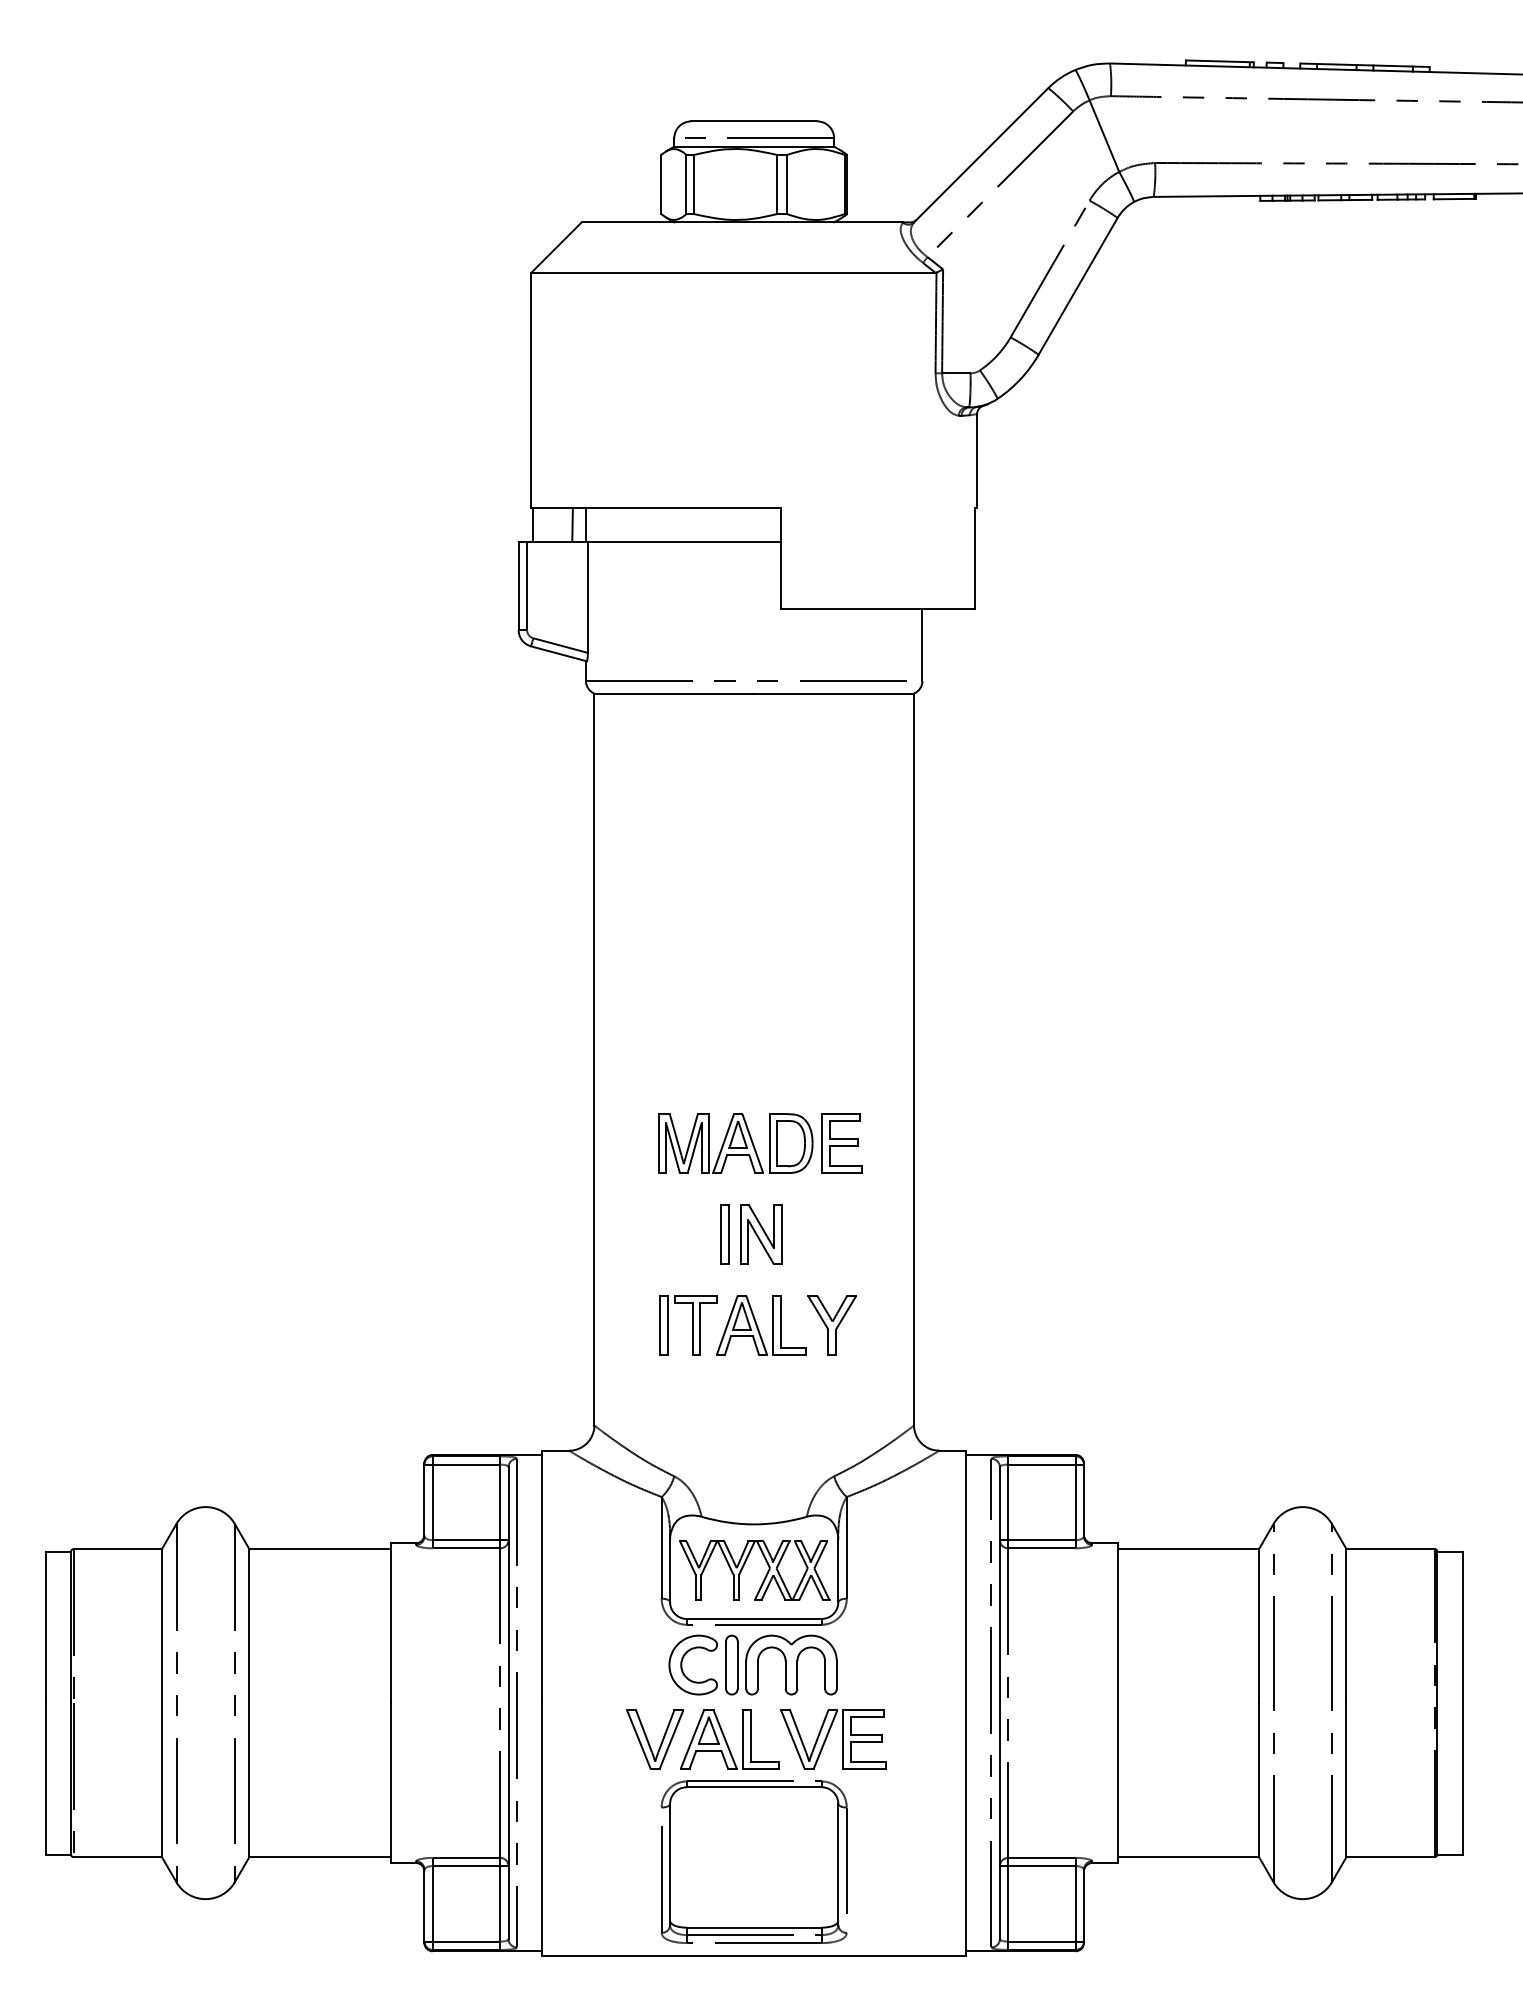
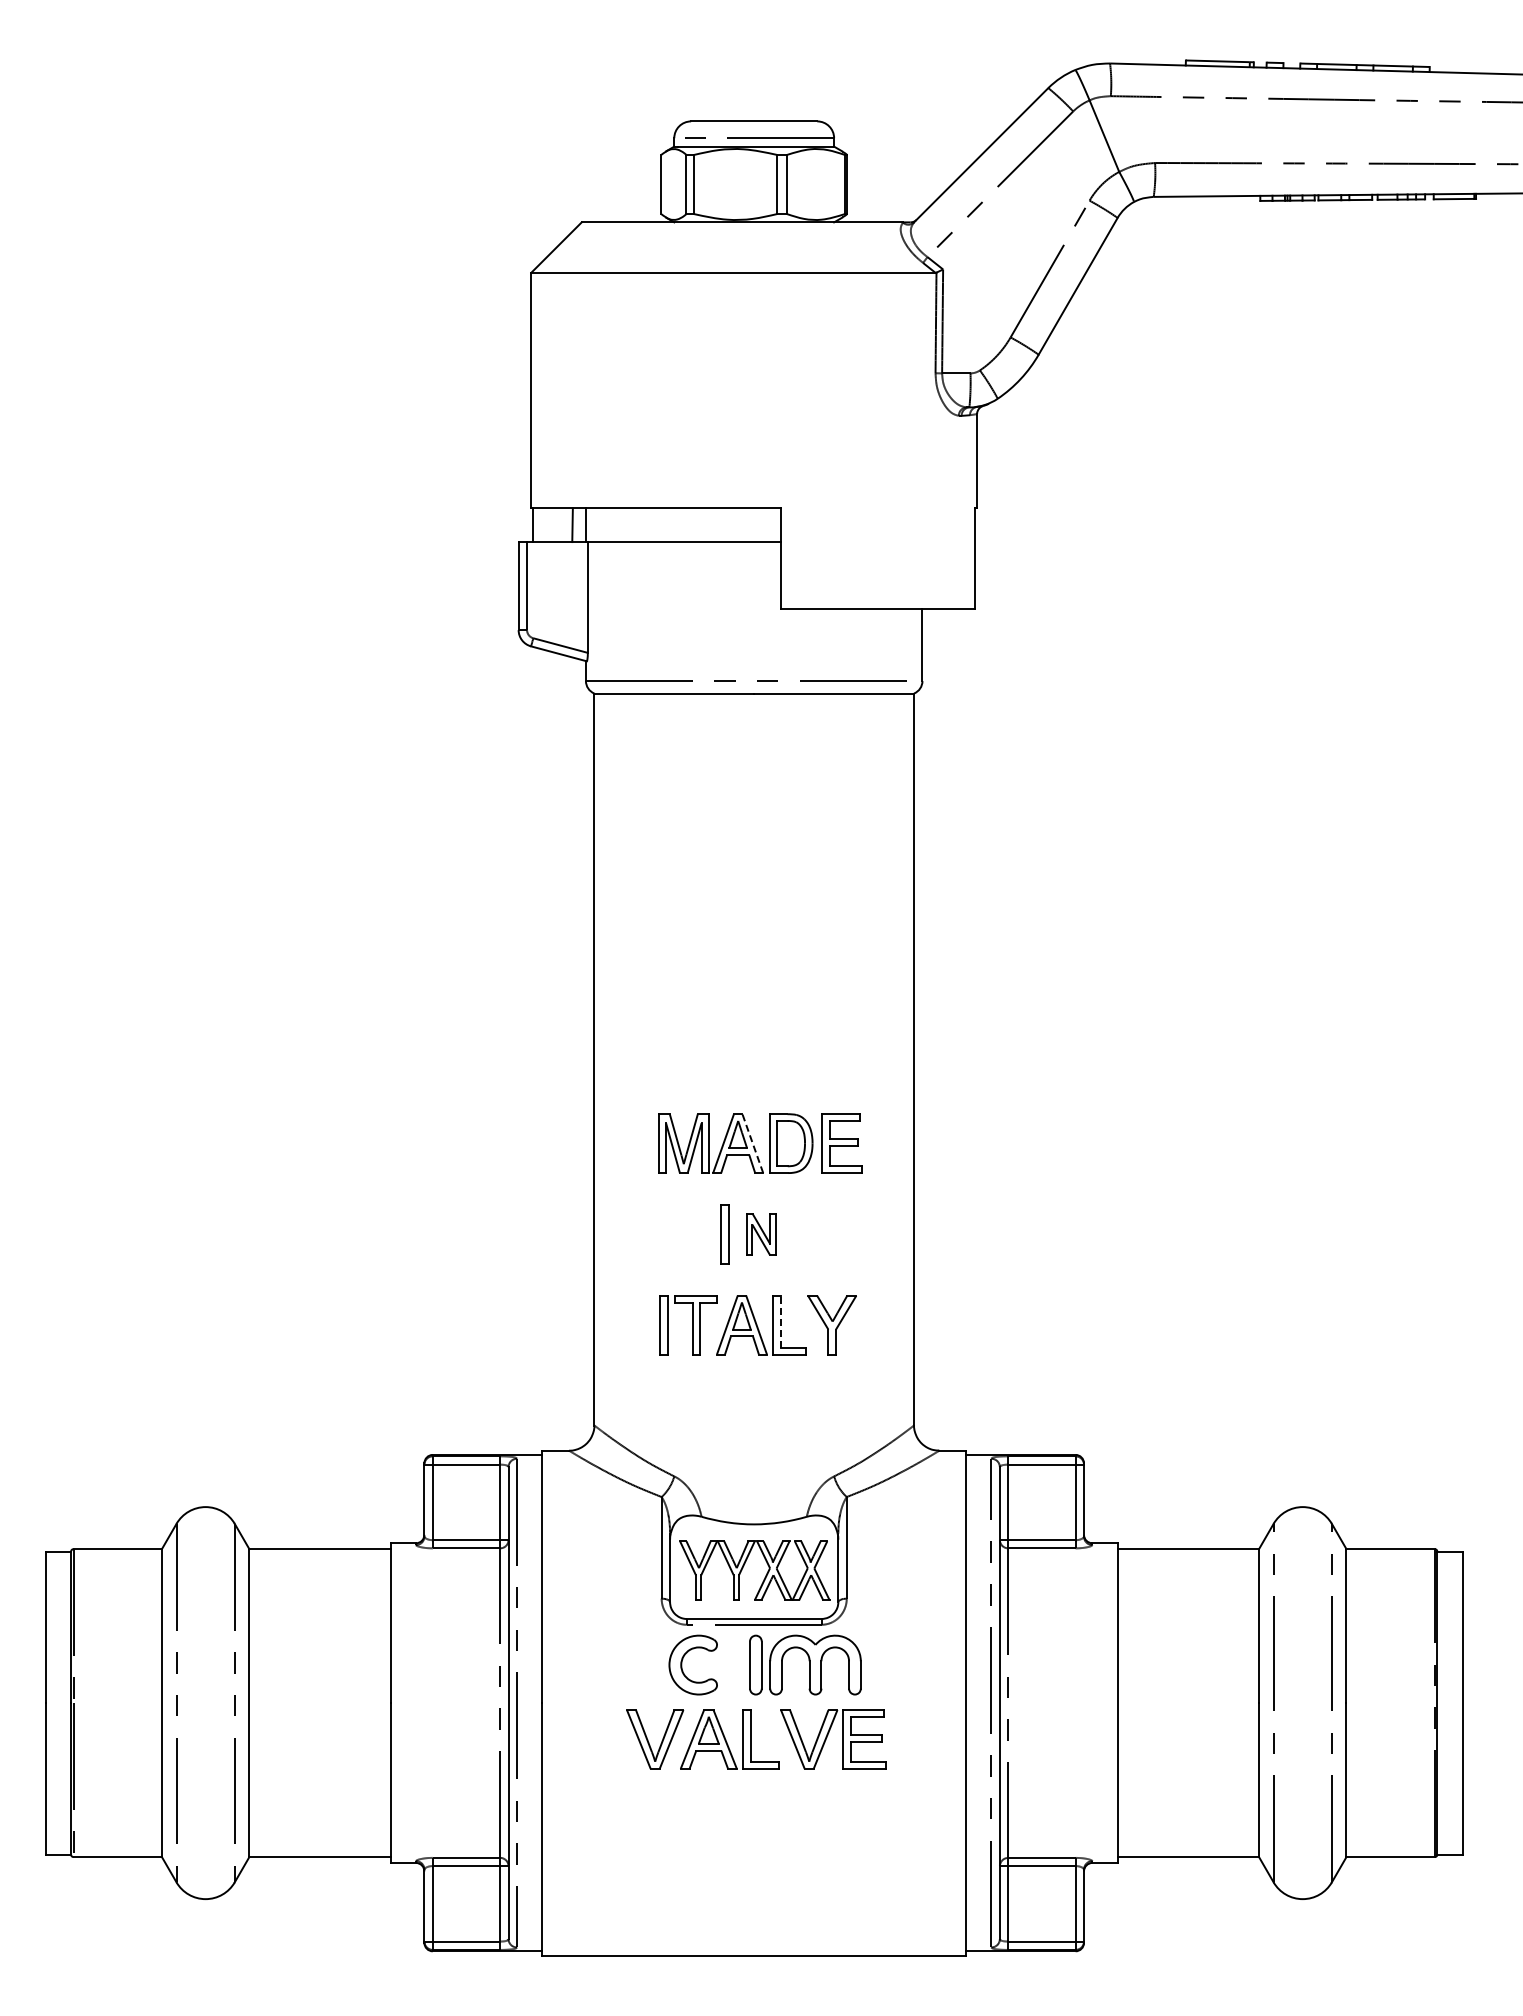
line at (752, 1143): solid -> dashed
part at (761, 1234) size: 43x61 px -> 31x43 px
line at (780, 1321): solid -> dashed
part at (781, 1664) position: (781, 1664) -> (805, 1664)
part at (753, 1861): present -> none
